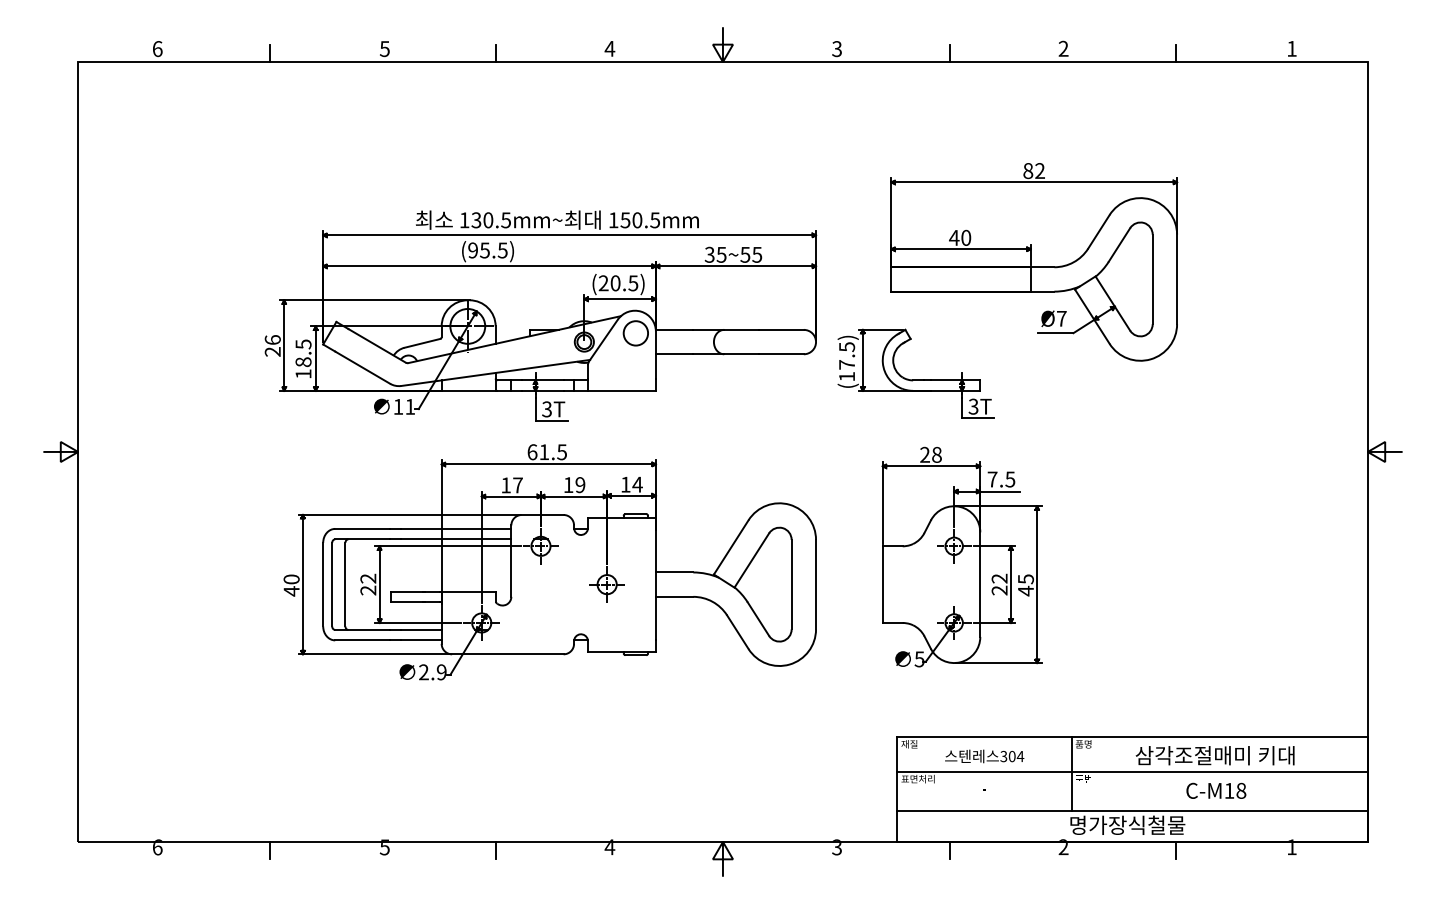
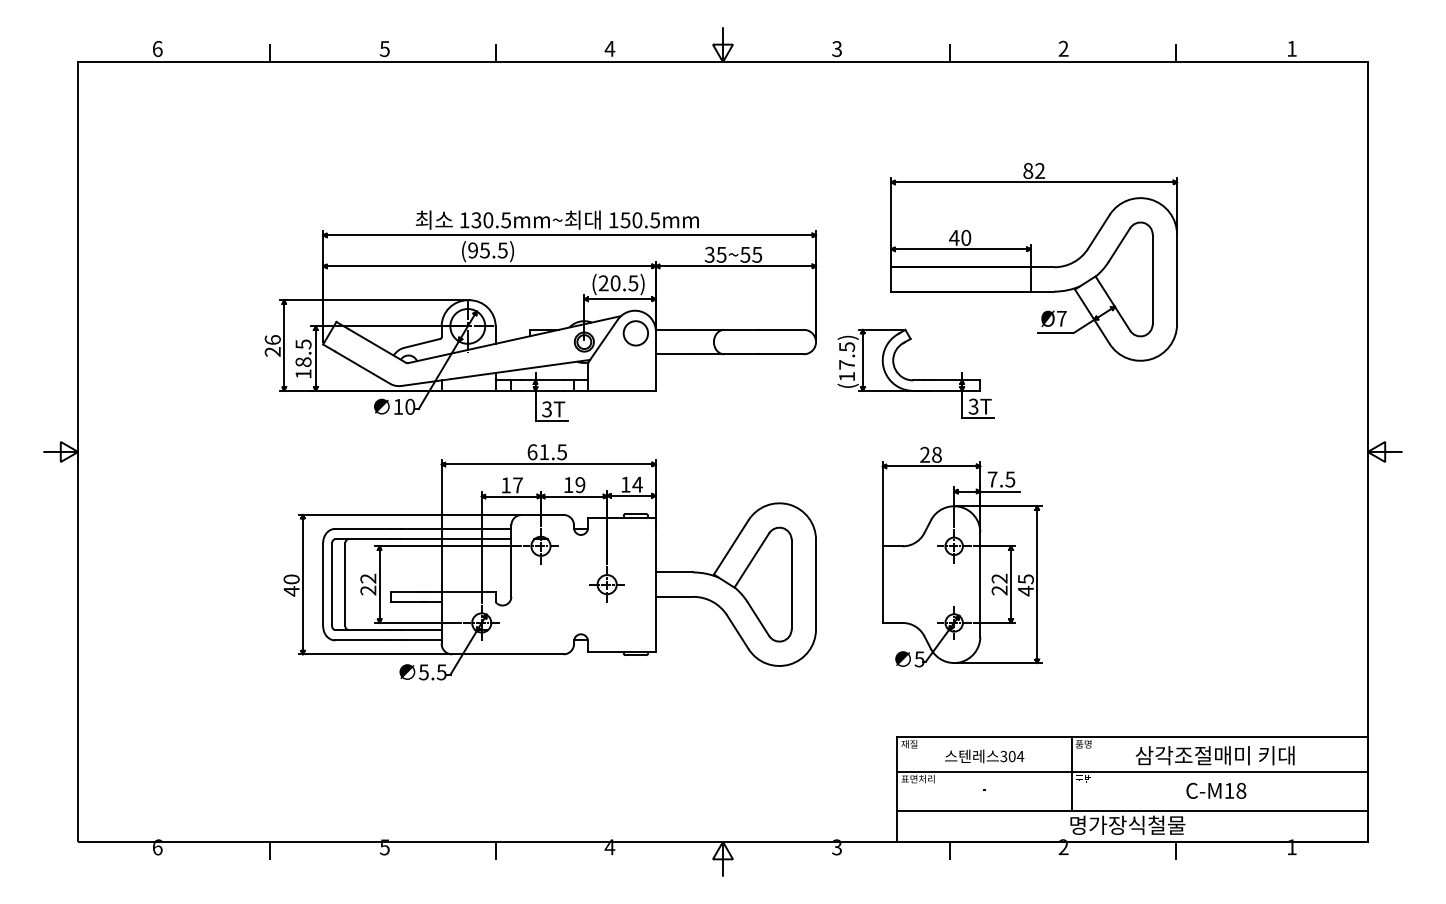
text at (410, 406): 11 -> 10
text at (432, 672): 2.9 -> 5.5
